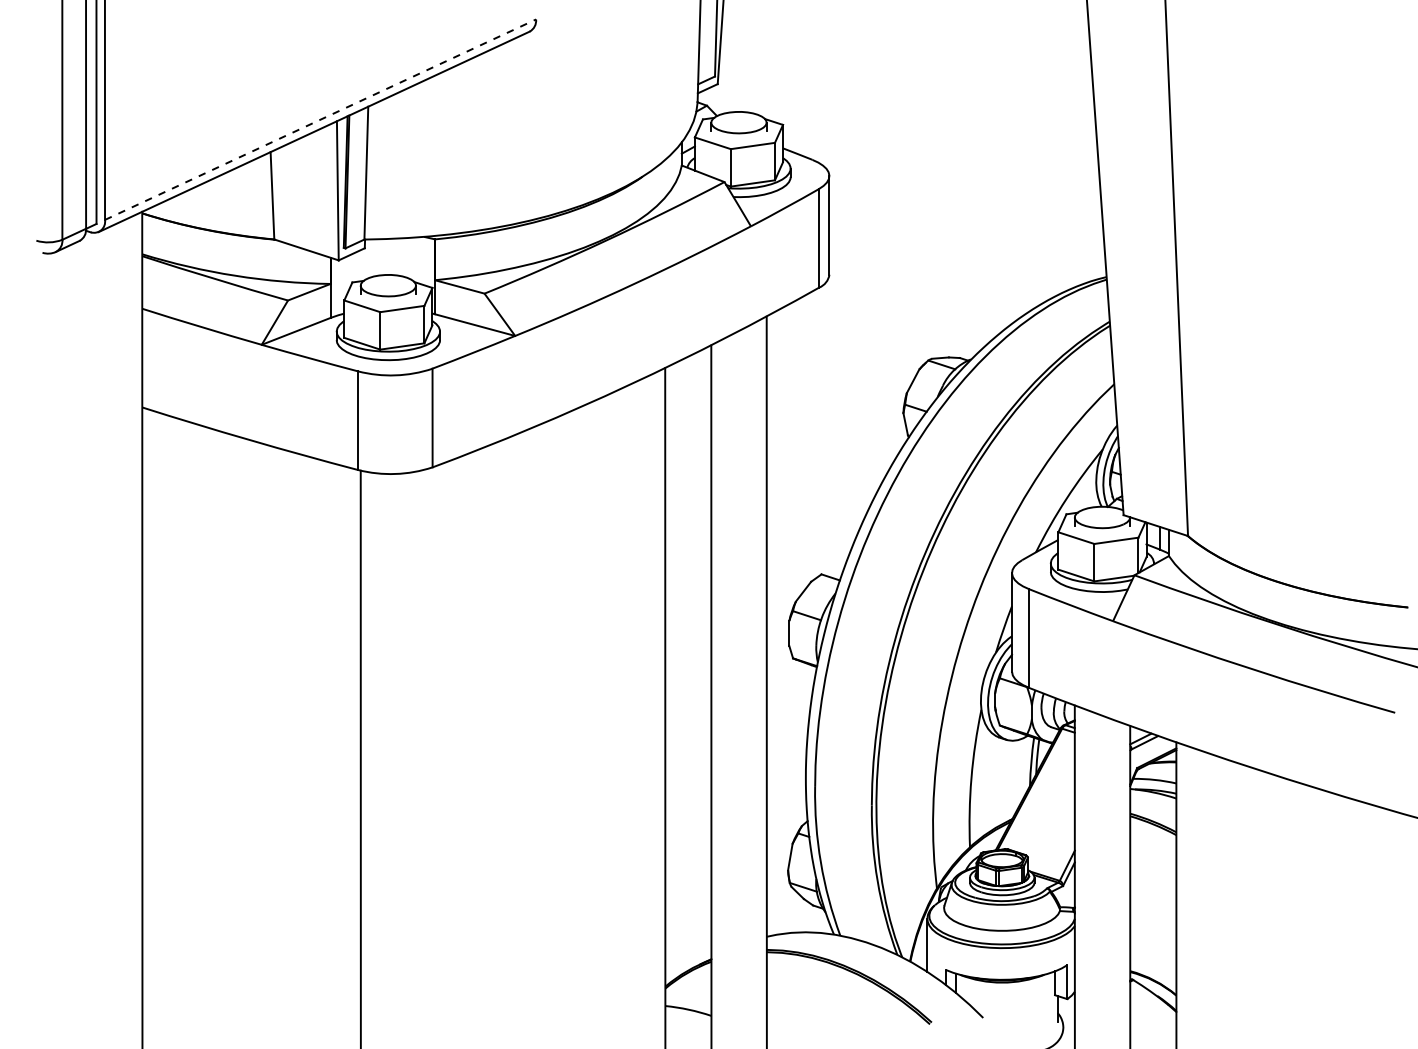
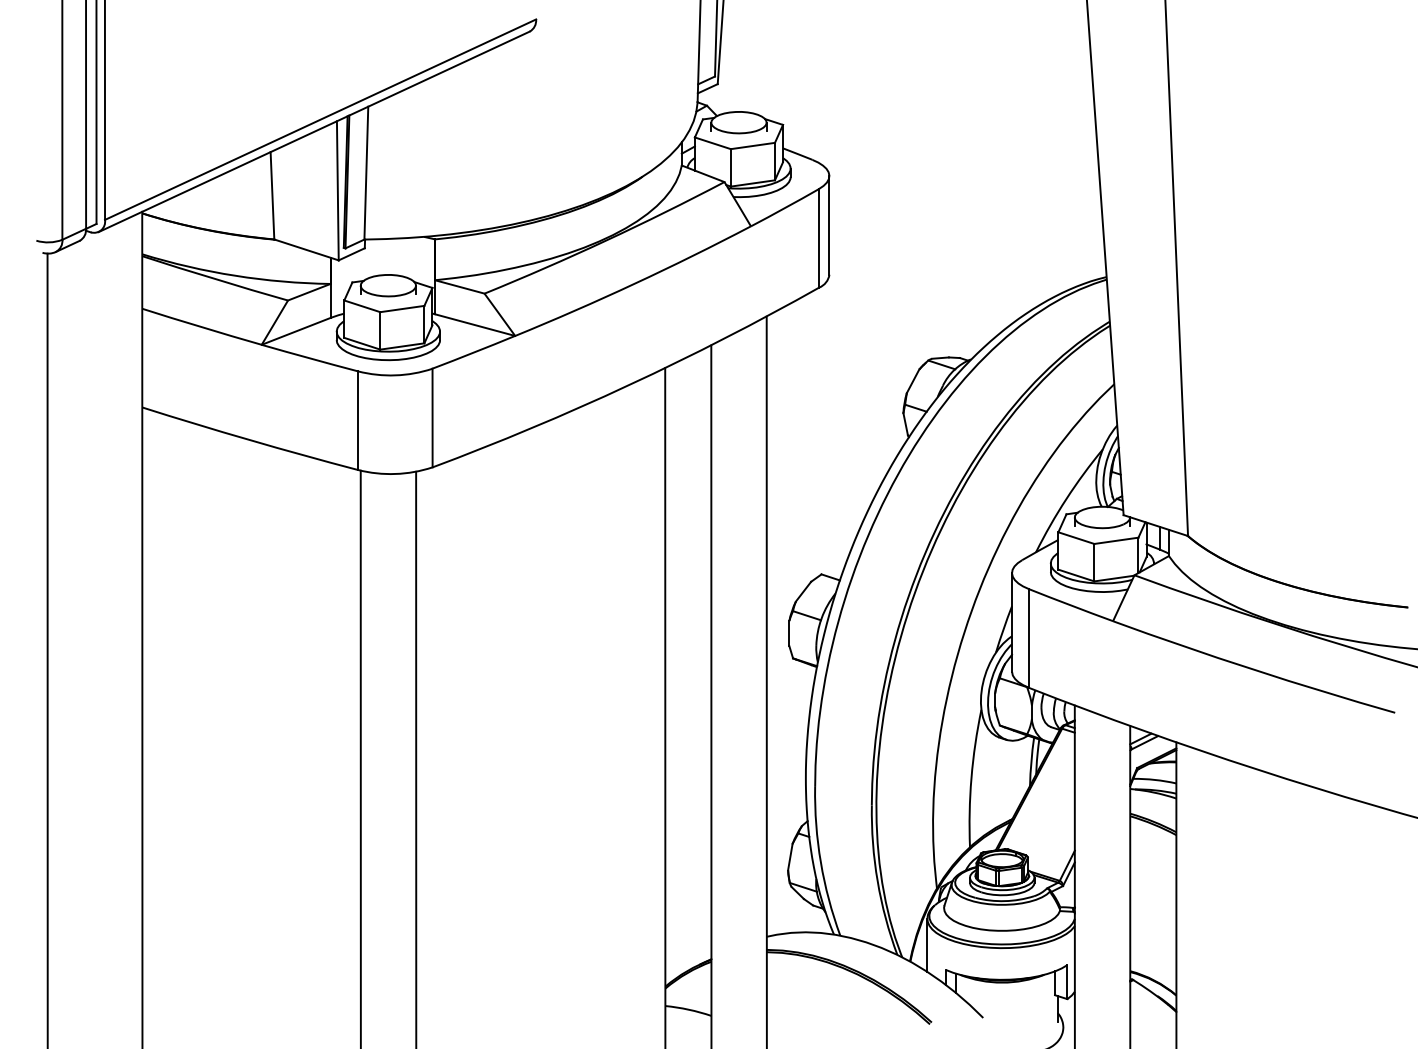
line at (320, 119): dashed -> solid
line at (47, 649): none -> present
line at (416, 758): none -> present
